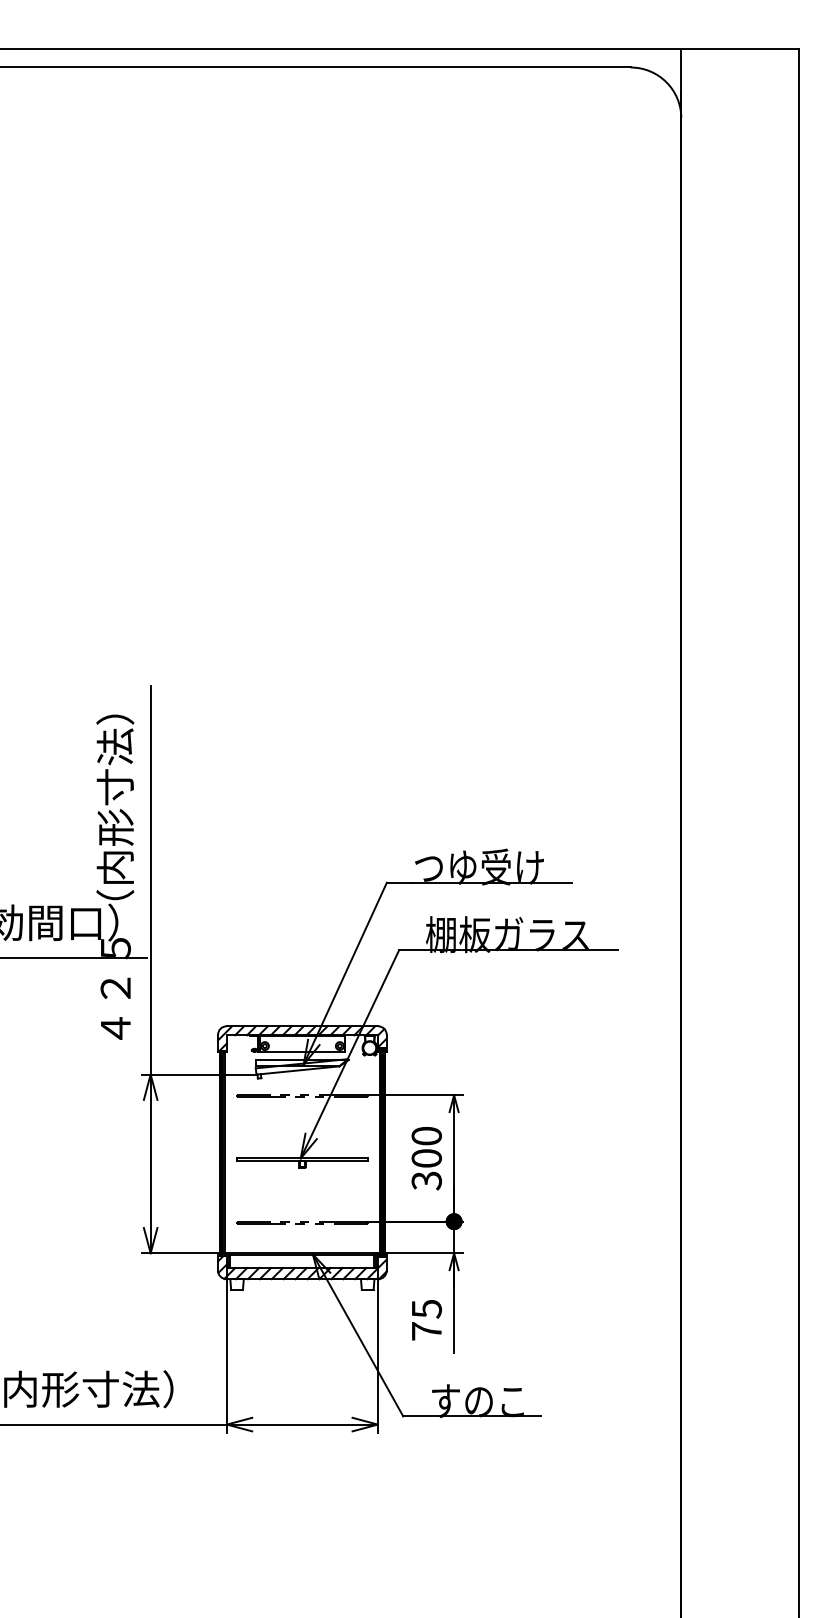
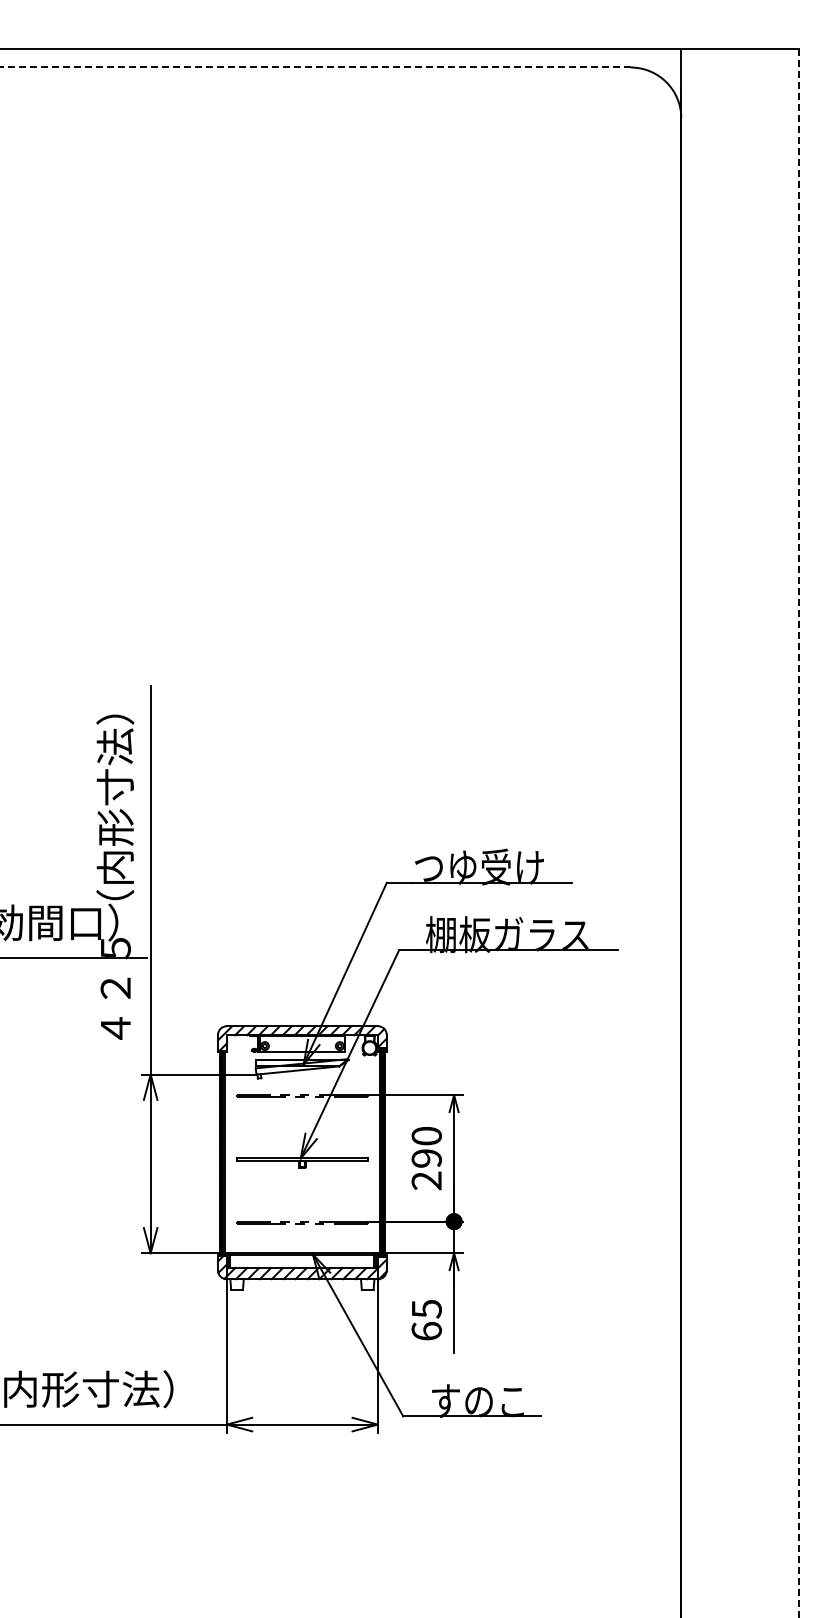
line at (315, 67): solid -> dashed
line at (799, 833): solid -> dashed
text at (426, 1169): 300 -> 290
text at (426, 1331): 75 -> 65
